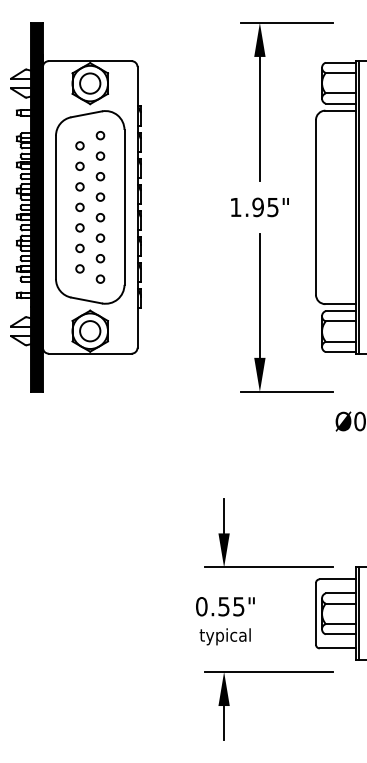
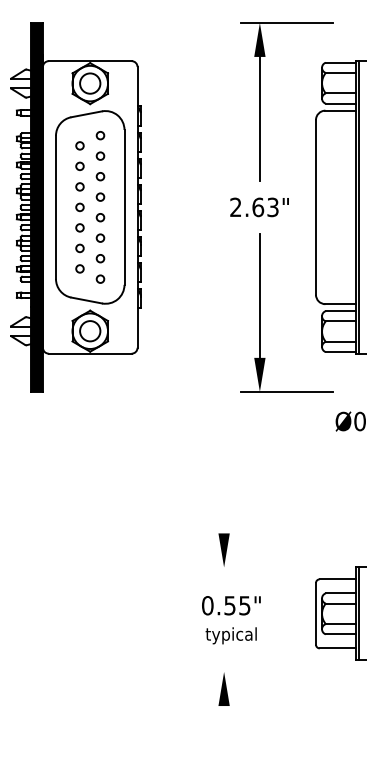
text at (254, 207): 1.95" -> 2.63"
line at (224, 516): present -> none
line at (269, 567): present -> none
text at (225, 621) position: (225, 621) -> (231, 620)
line at (269, 671): present -> none
line at (224, 723): present -> none
